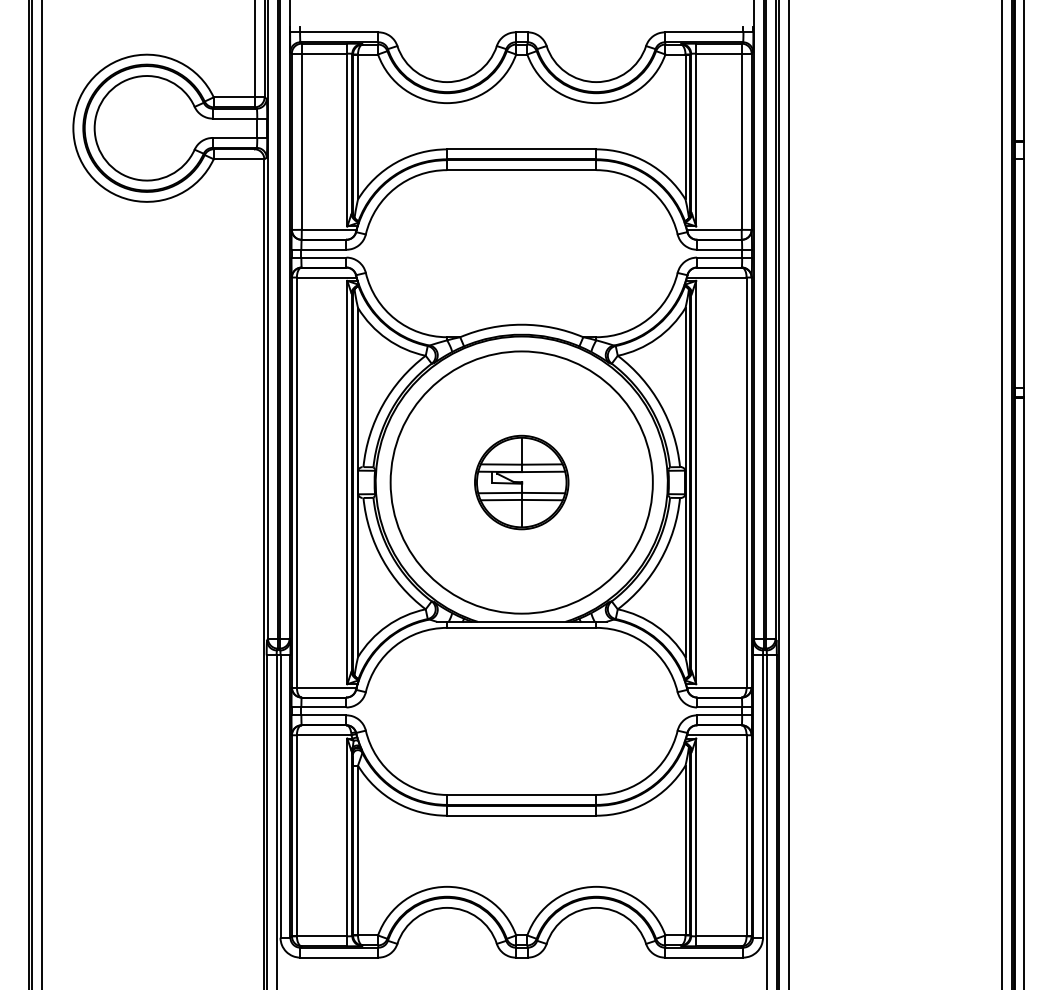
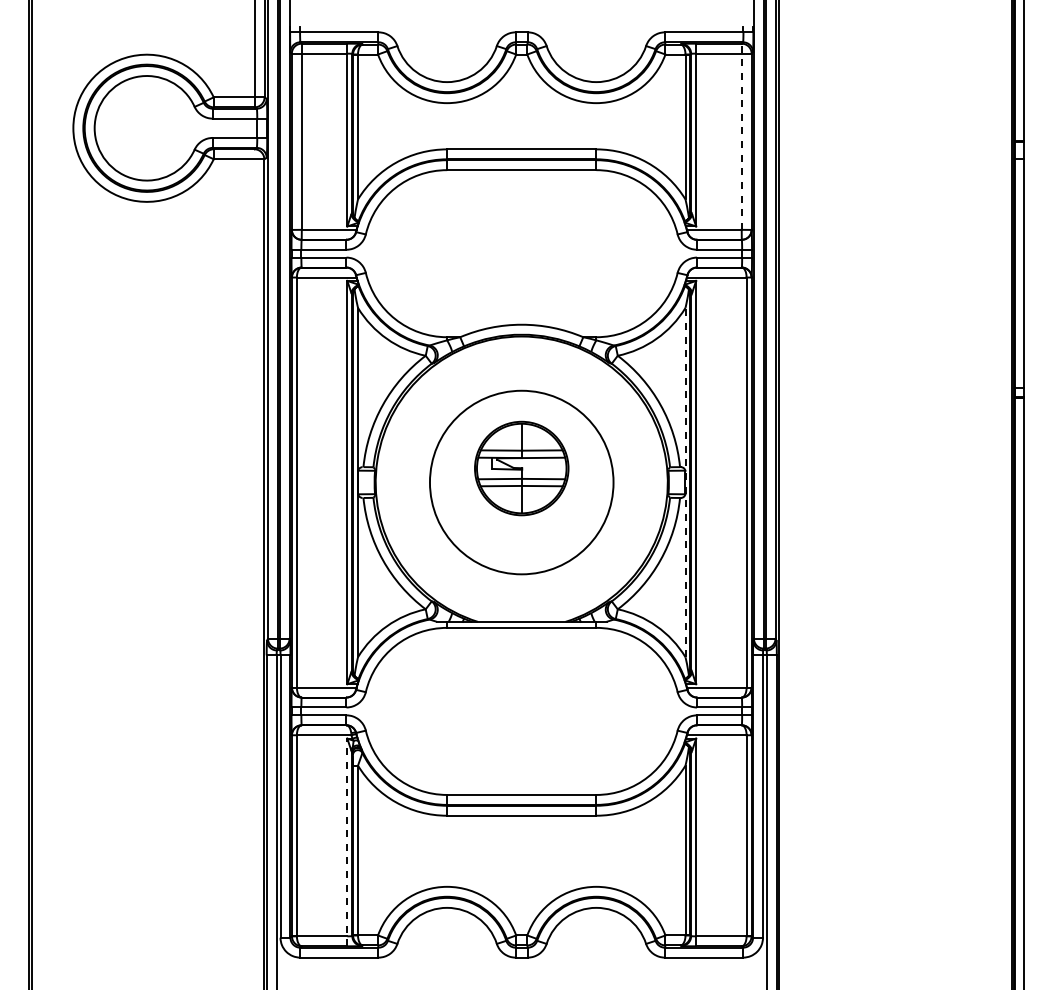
line at (741, 136): solid -> dashed
circle at (521, 482) diameter: 262 px -> 184 px
part at (521, 482) position: (521, 482) -> (521, 468)
line at (685, 482): solid -> dashed
line at (41, 494): present -> none
line at (788, 494): present -> none
line at (1001, 494): present -> none
line at (347, 842): solid -> dashed
